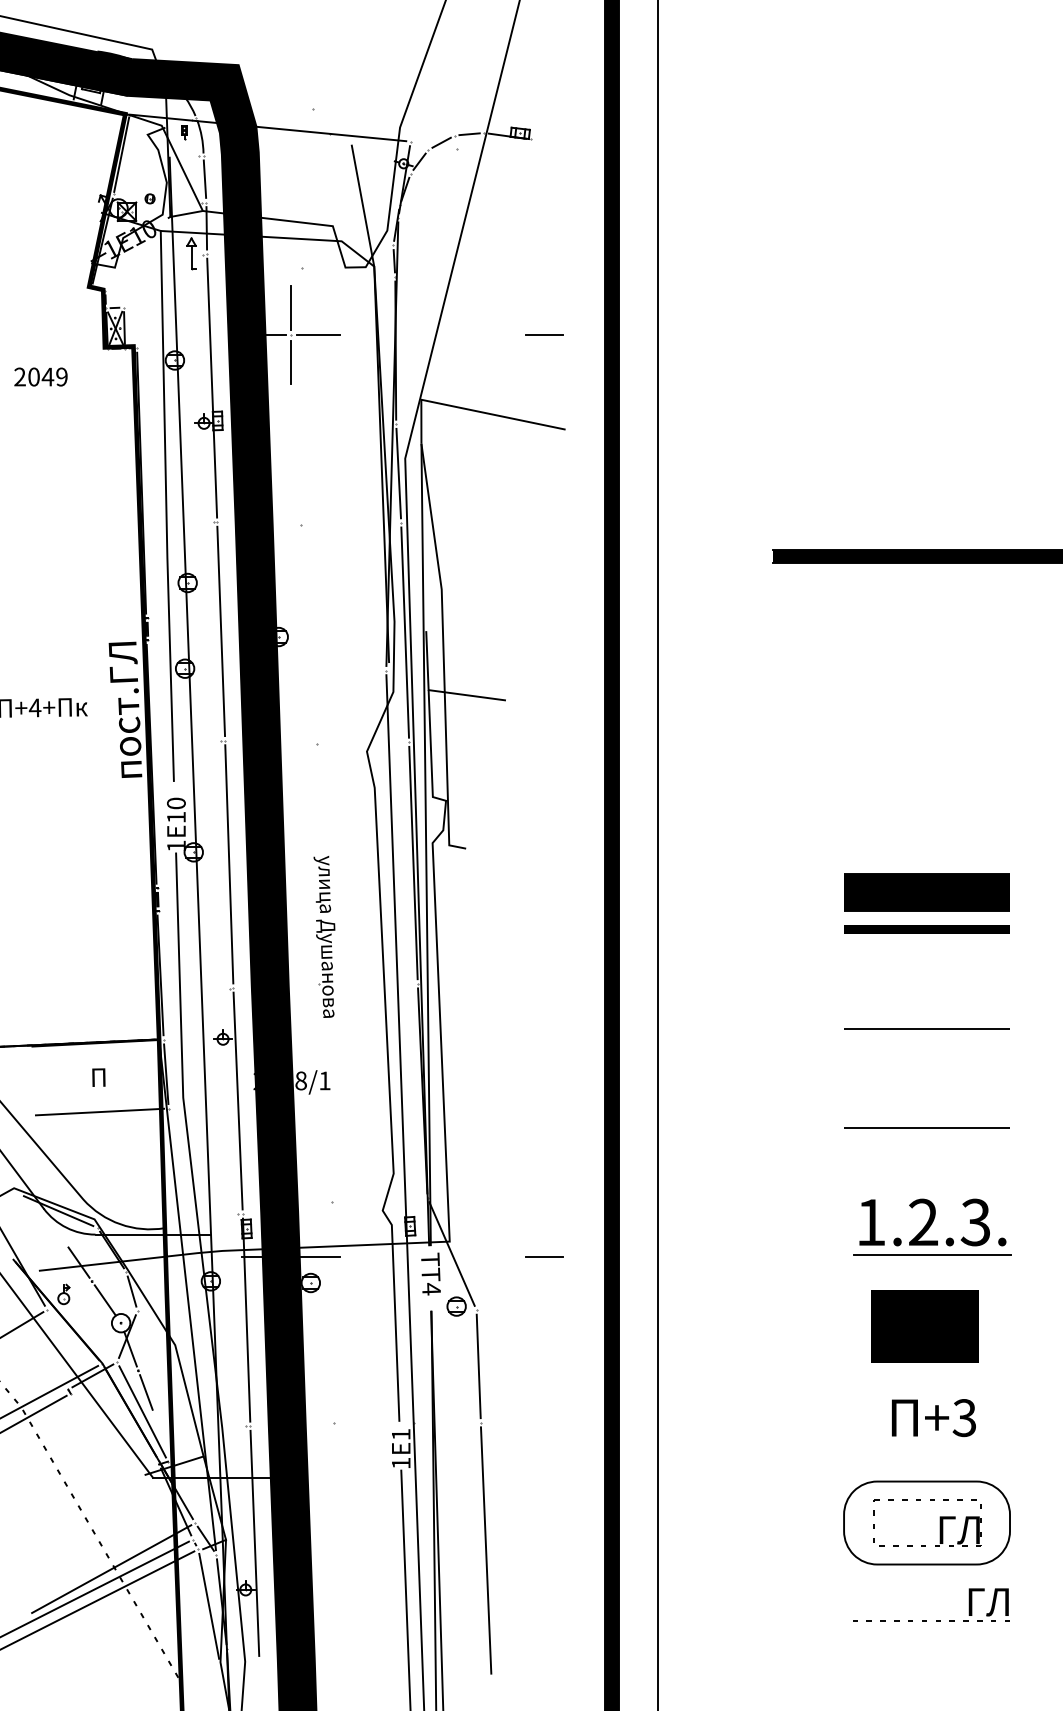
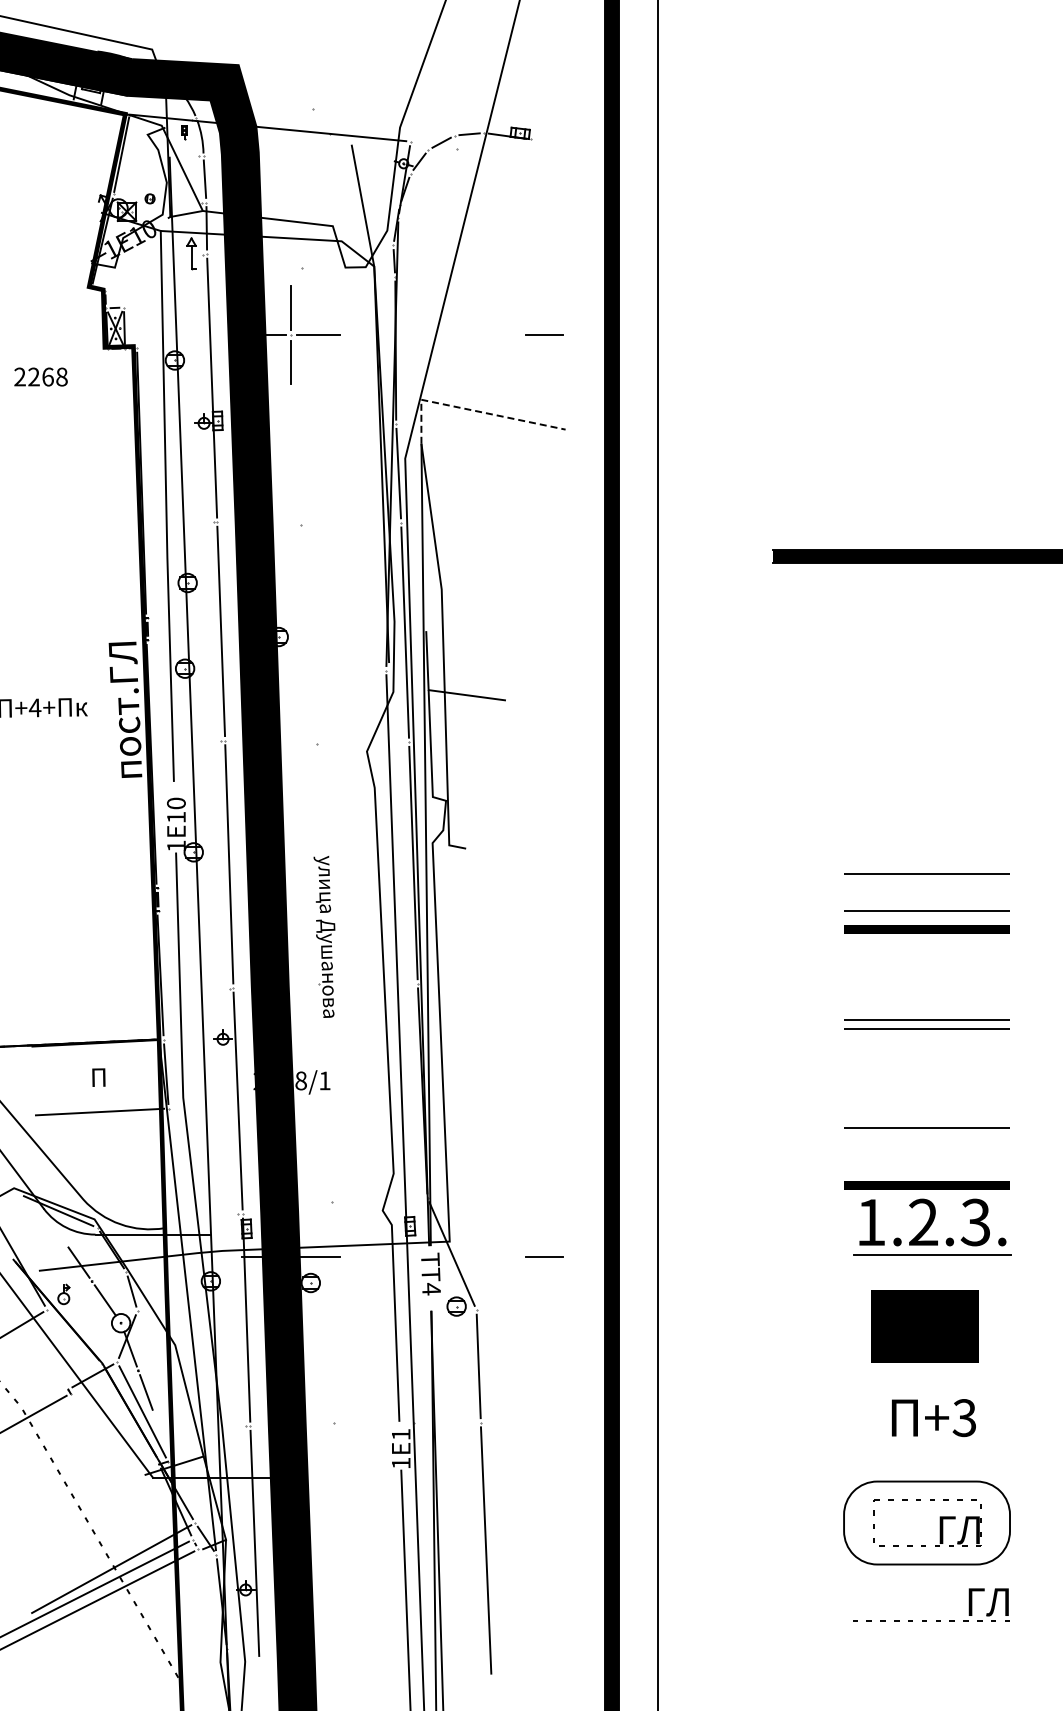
text at (47, 376): 2049 -> 2268
line at (471, 410): solid -> dashed
fill at (927, 892): present -> none
line at (926, 1019): none -> present
line at (926, 1185): none -> present
line at (50, 1391): present -> none
line at (209, 1605): present -> none
